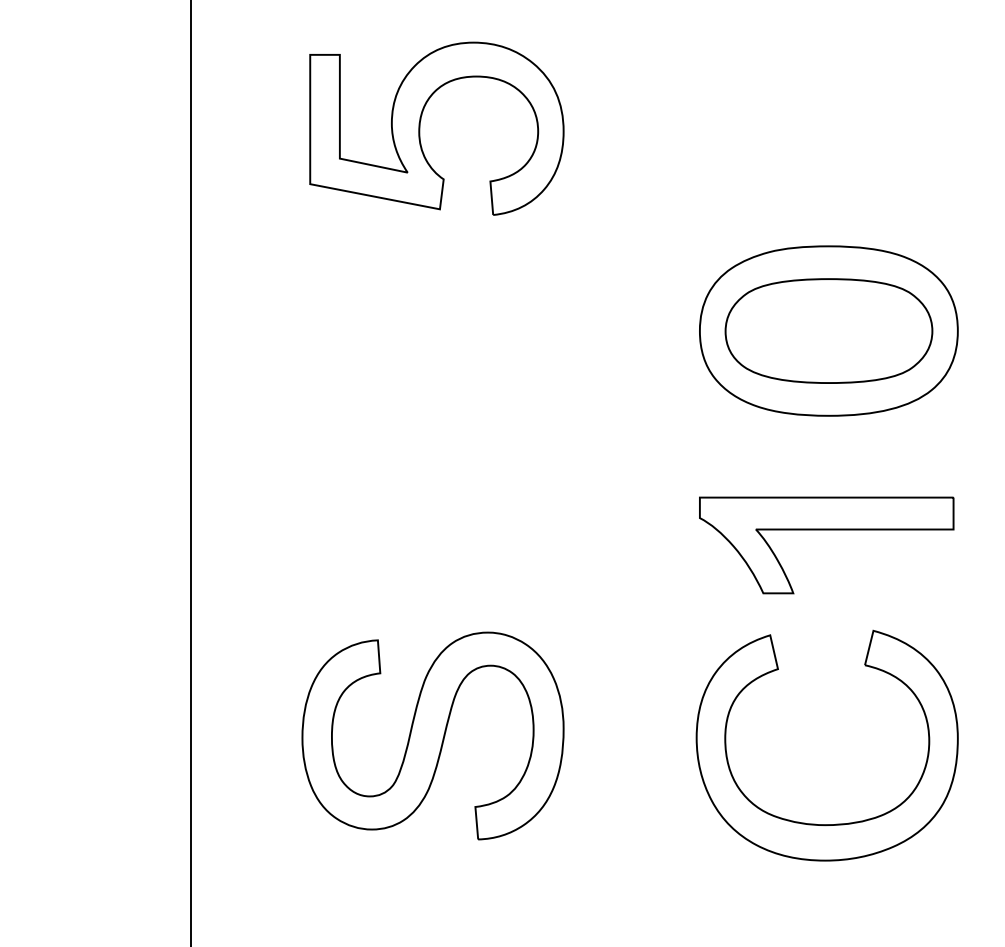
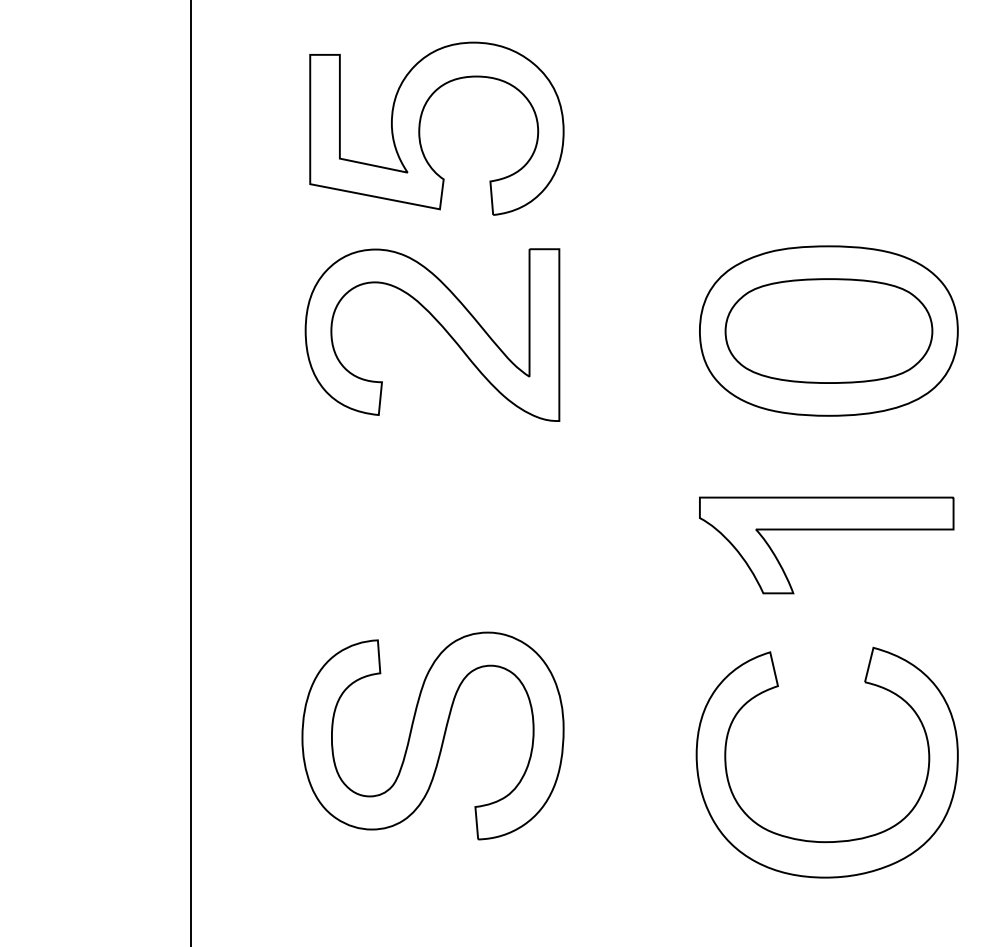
part at (440, 325): none -> present
part at (836, 823) position: (836, 823) -> (836, 840)
